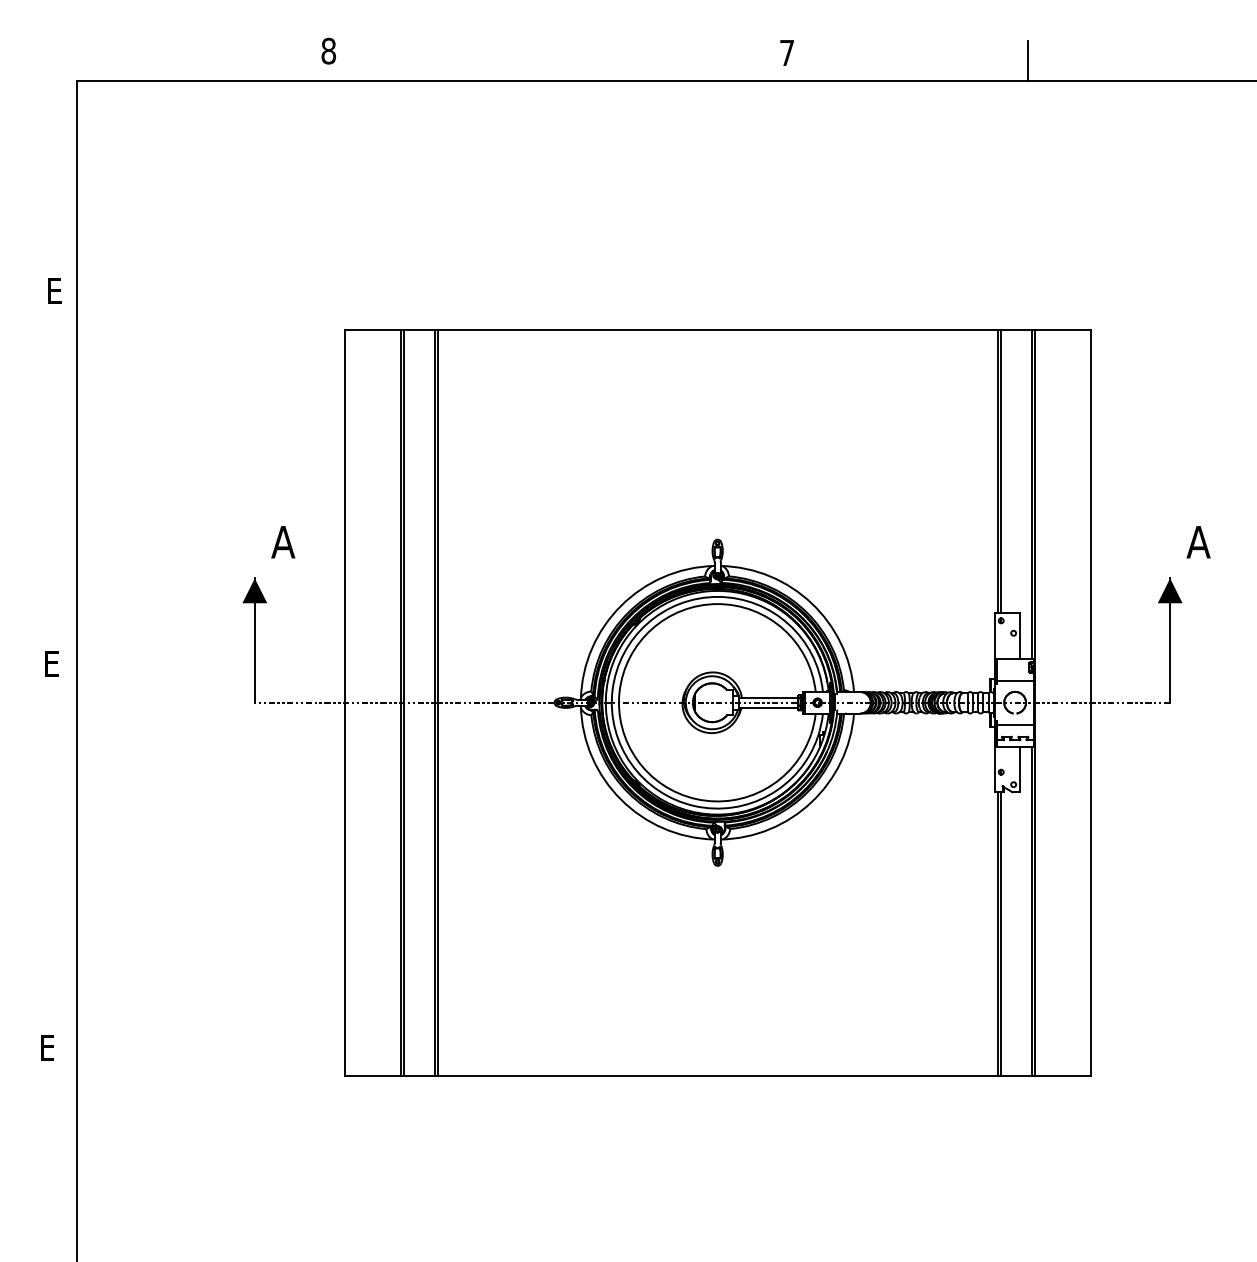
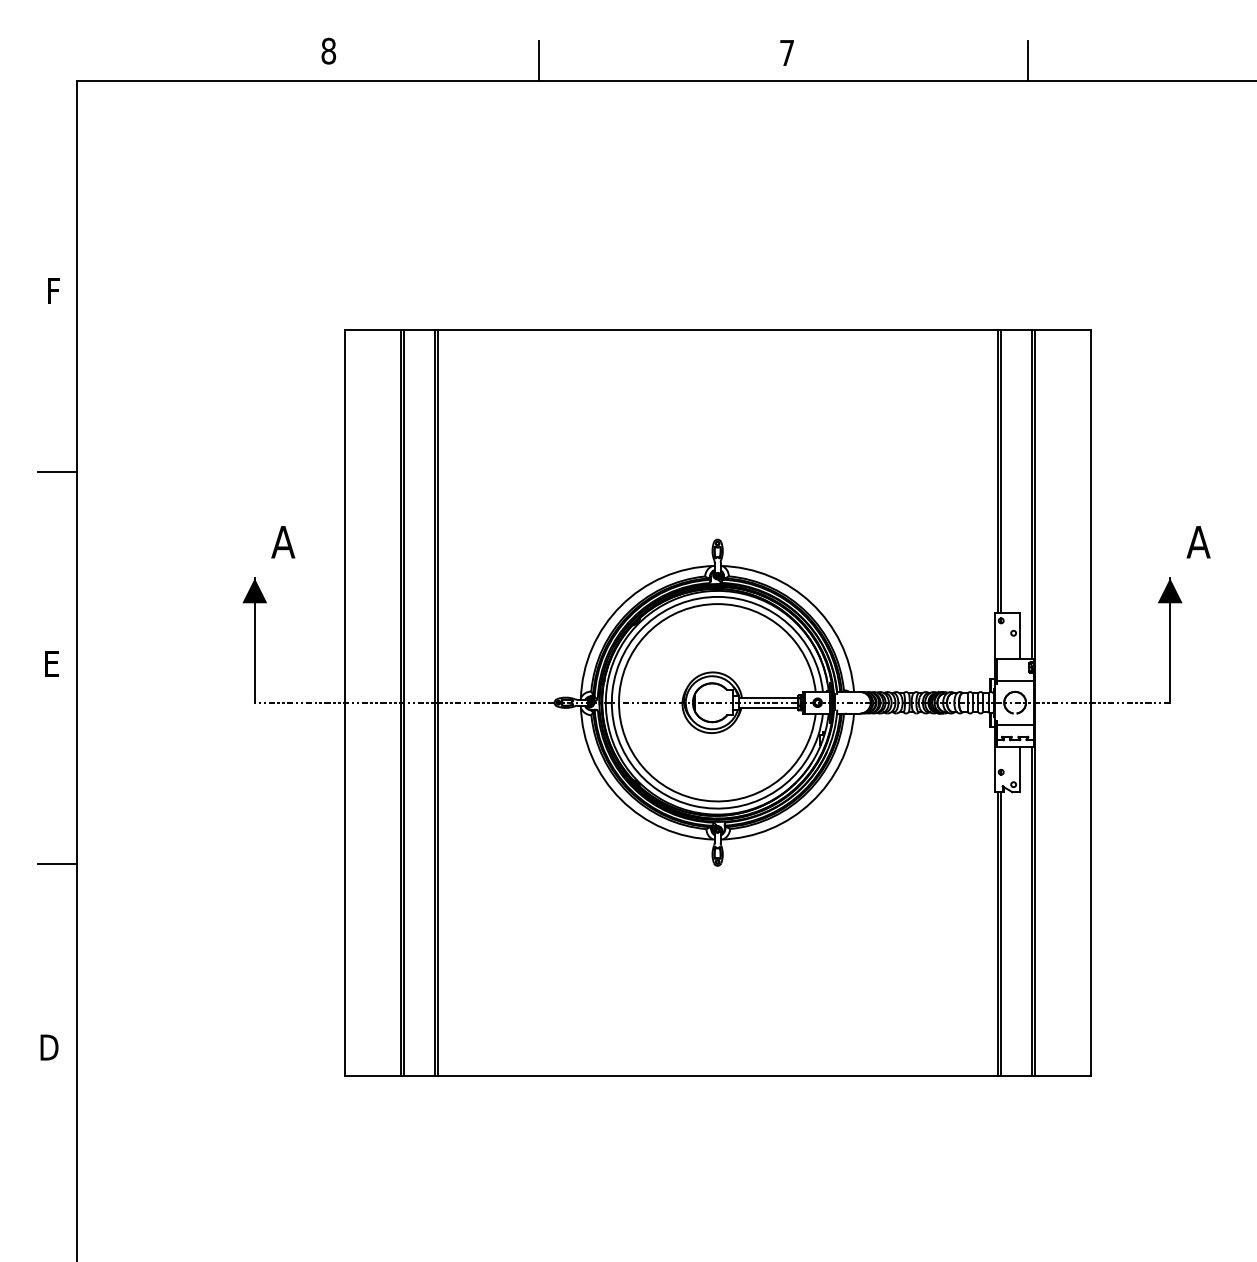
line at (538, 60): none -> present
text at (56, 290): E -> F
line at (56, 472): none -> present
line at (56, 864): none -> present
text at (49, 1047): E -> D
